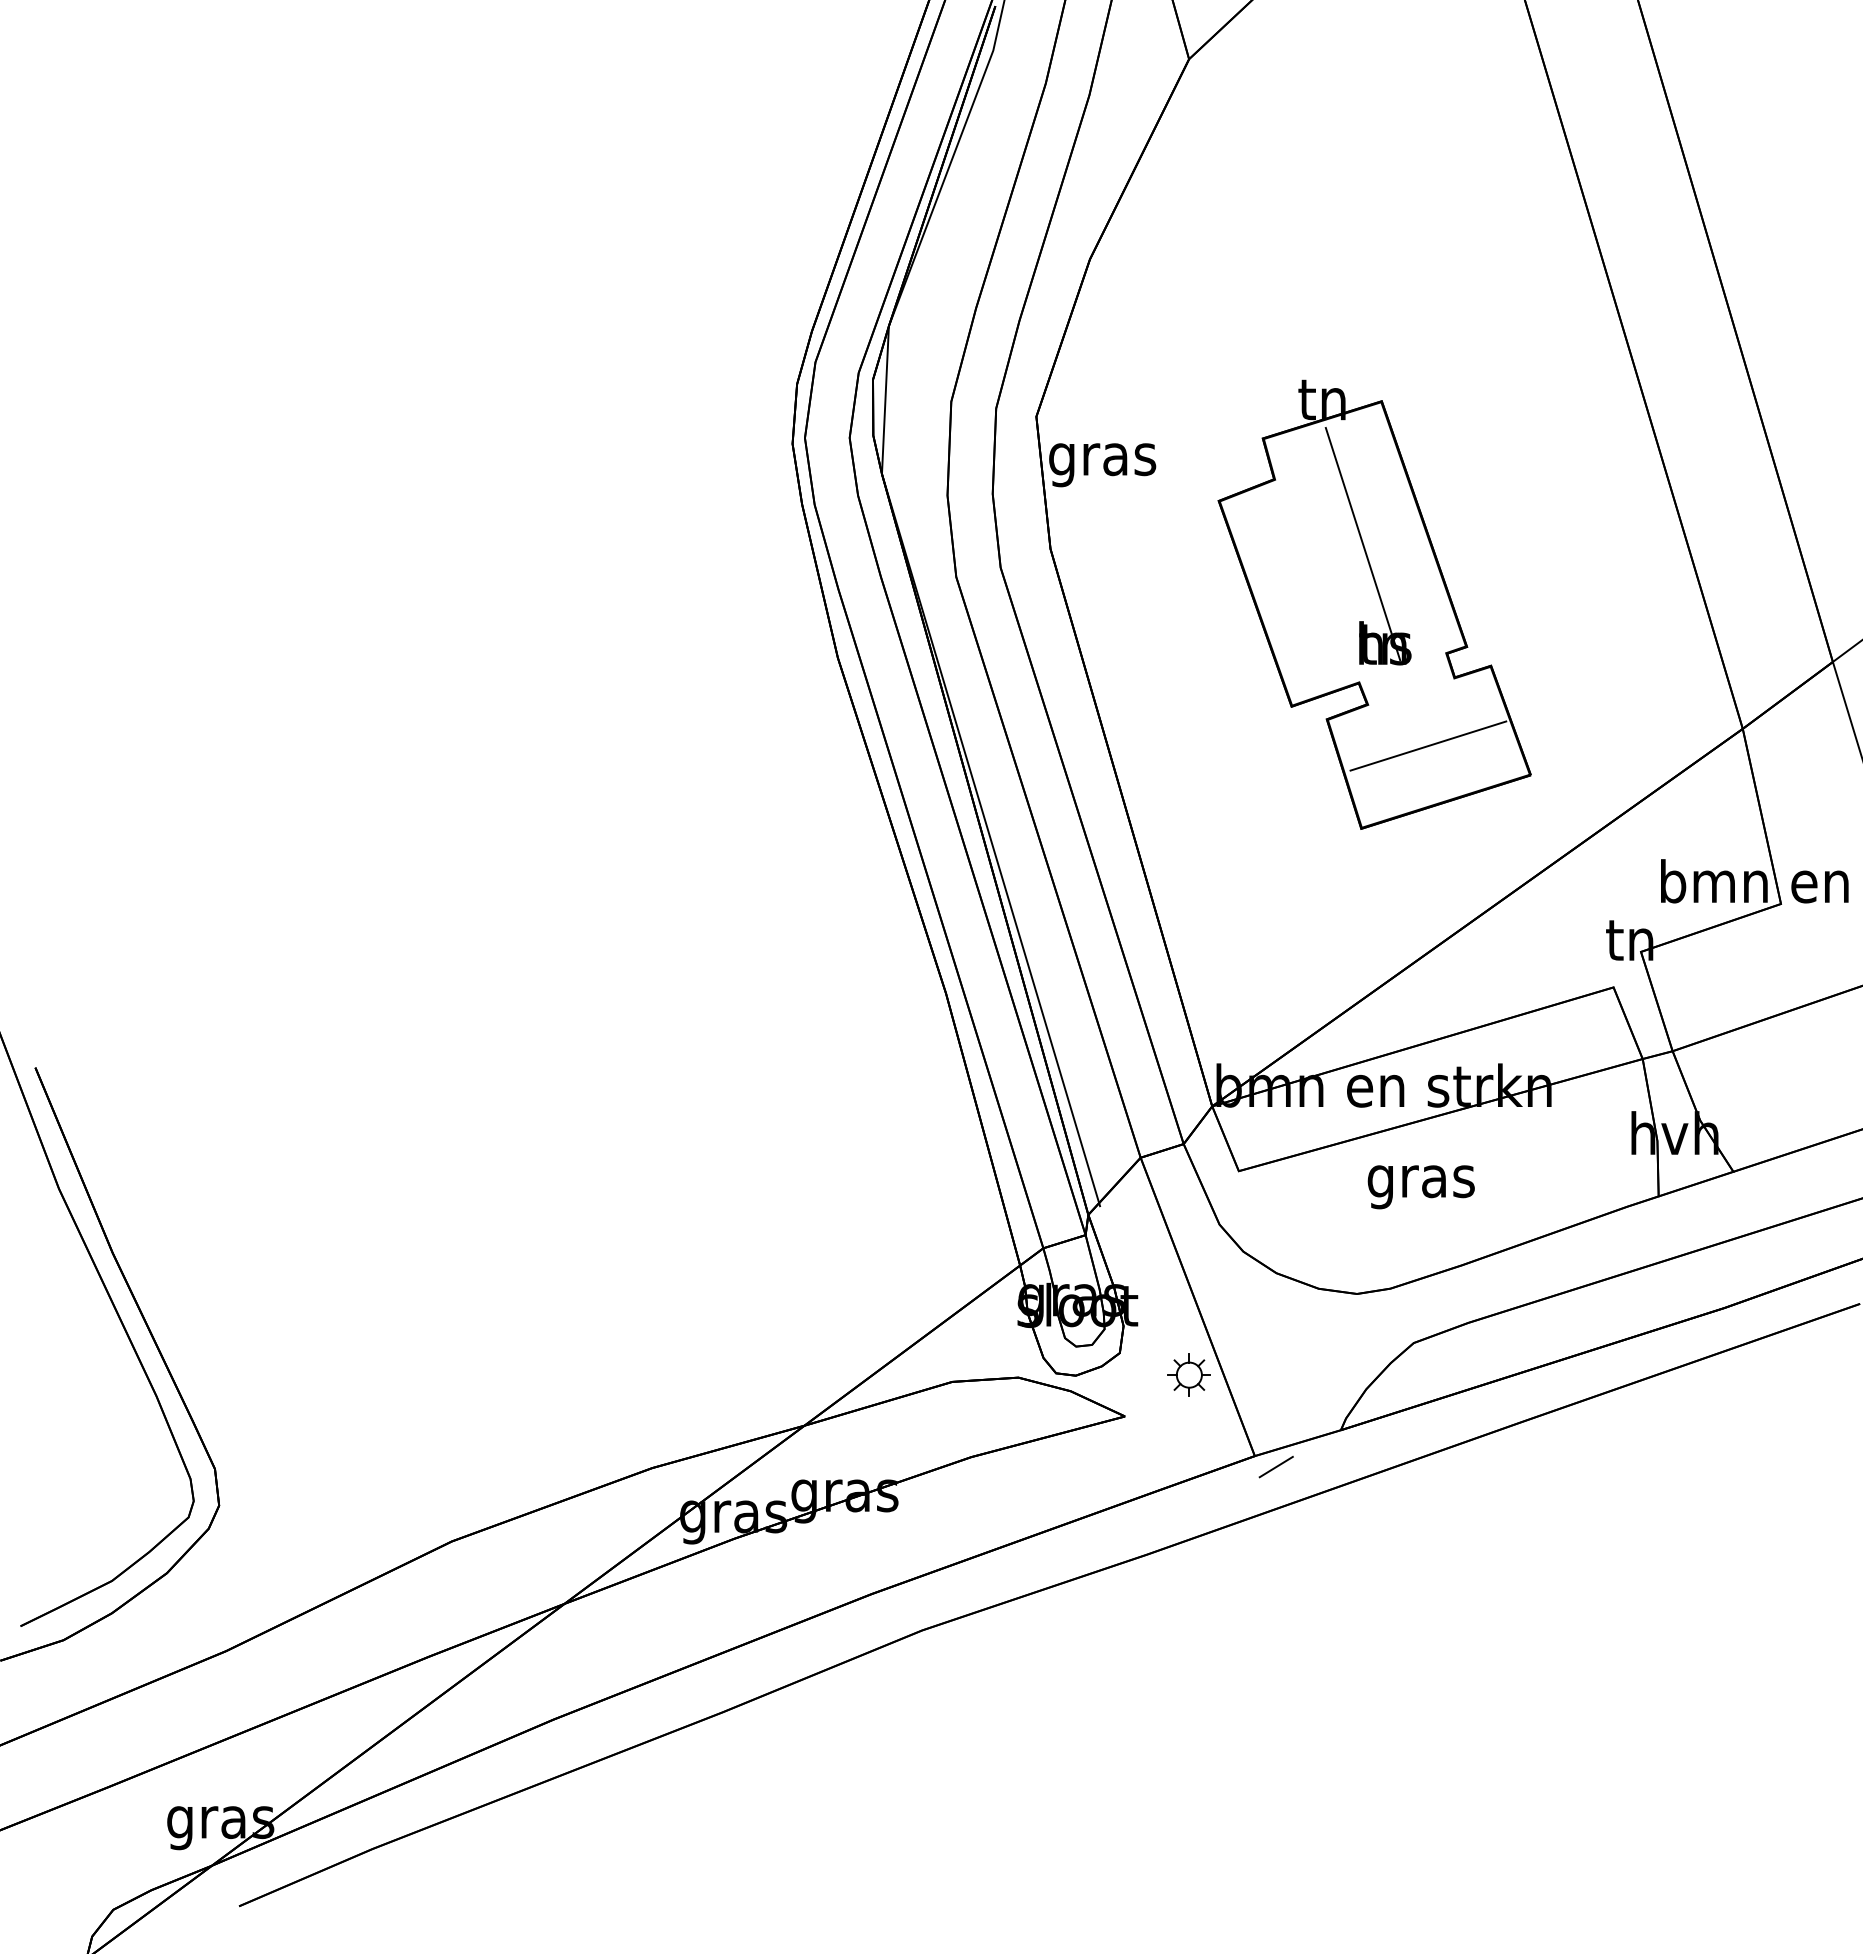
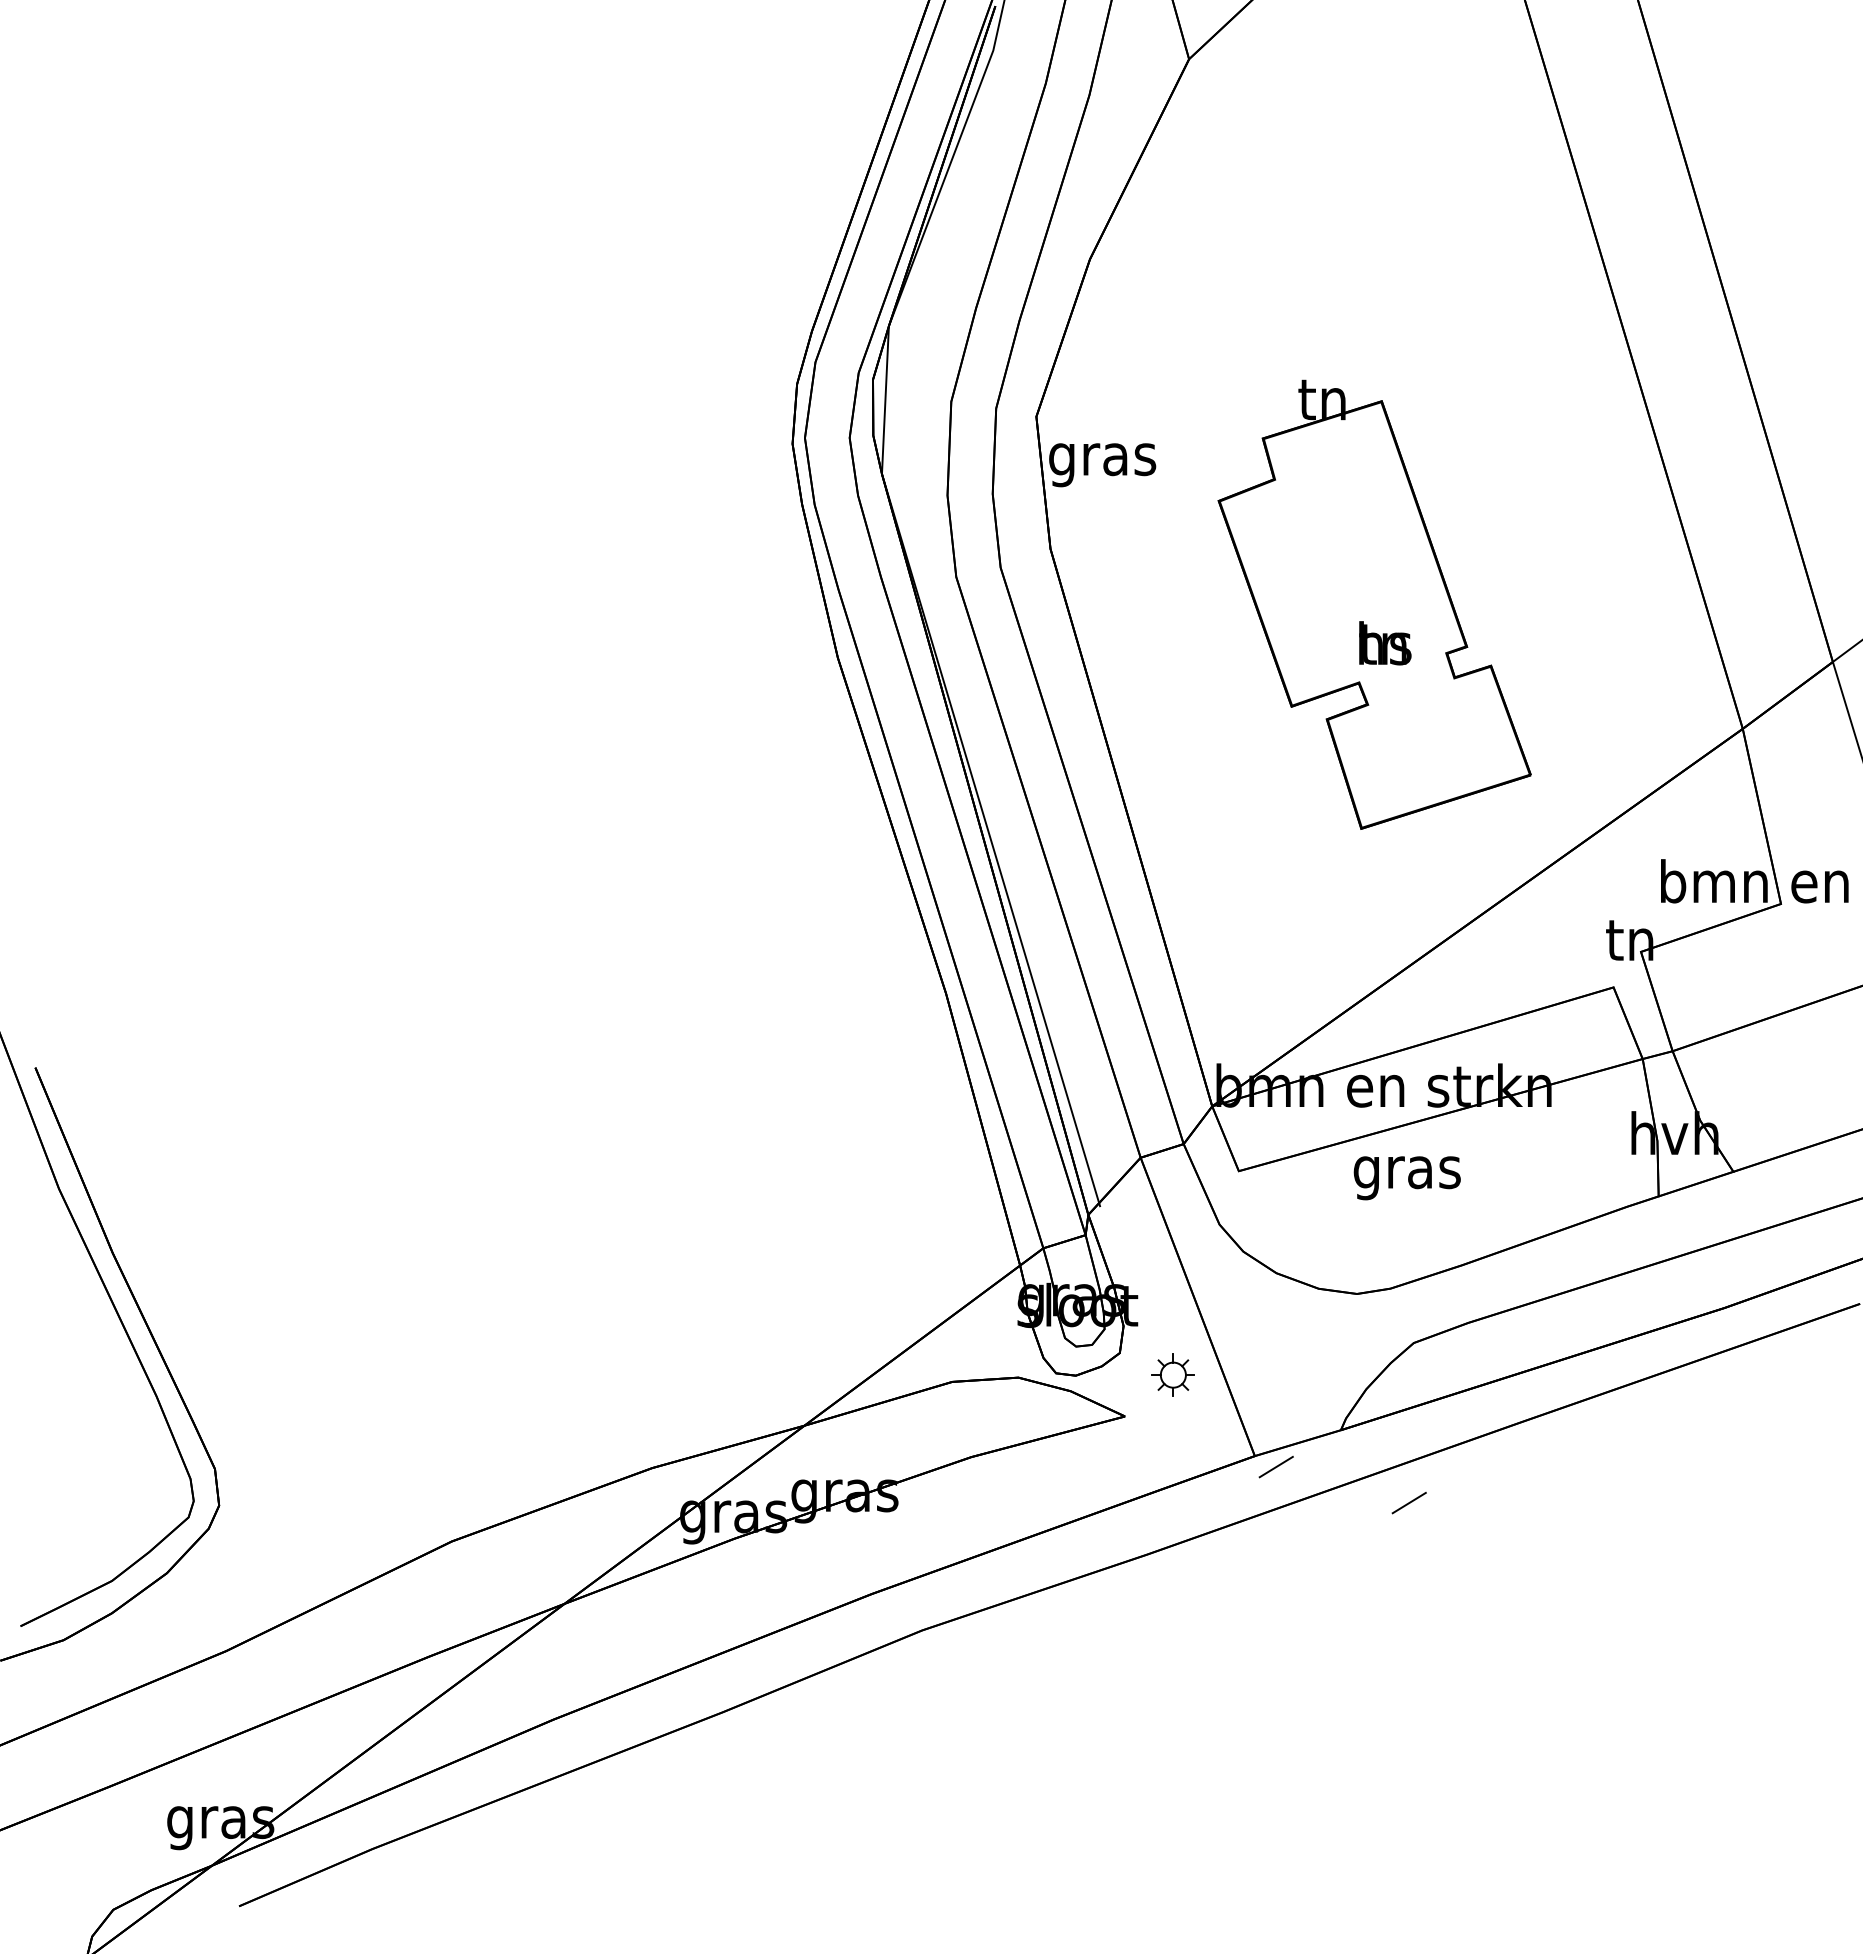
line at (1362, 543): present -> none
line at (1428, 745): present -> none
text at (1420, 1187) position: (1420, 1187) -> (1406, 1178)
part at (1188, 1374) position: (1188, 1374) -> (1172, 1374)
line at (1408, 1503): none -> present
